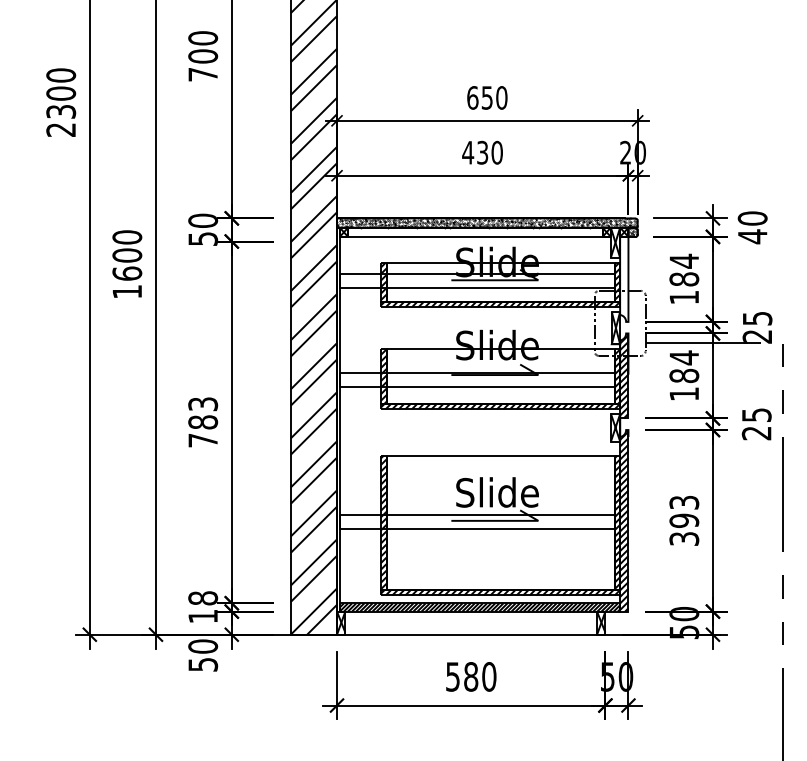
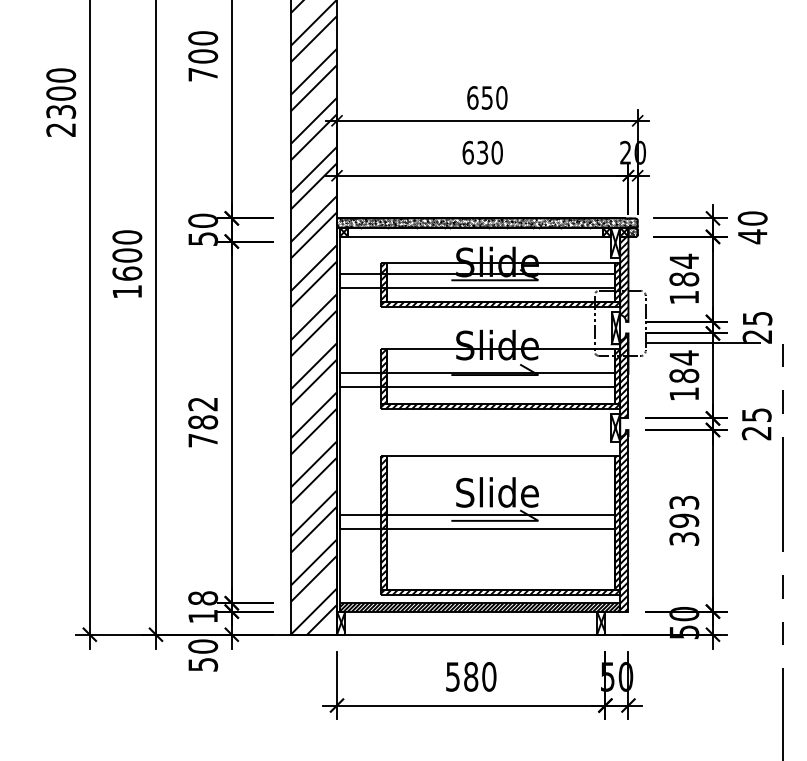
text at (468, 152): 430 -> 630
hatch at (624, 278): none -> present
text at (203, 404): 783 -> 782
